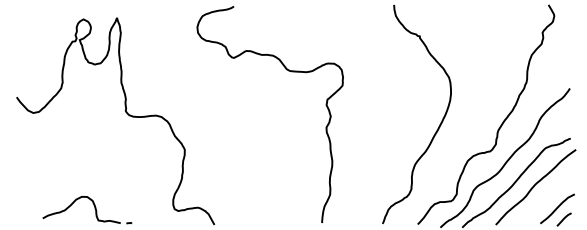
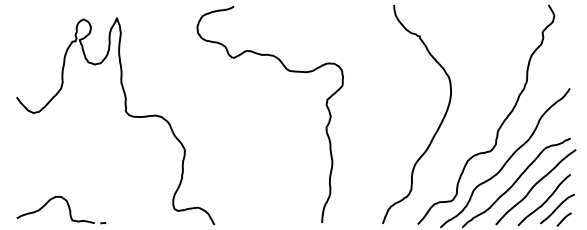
curve at (544, 201): none -> present
part at (94, 208) position: (94, 208) -> (68, 208)
